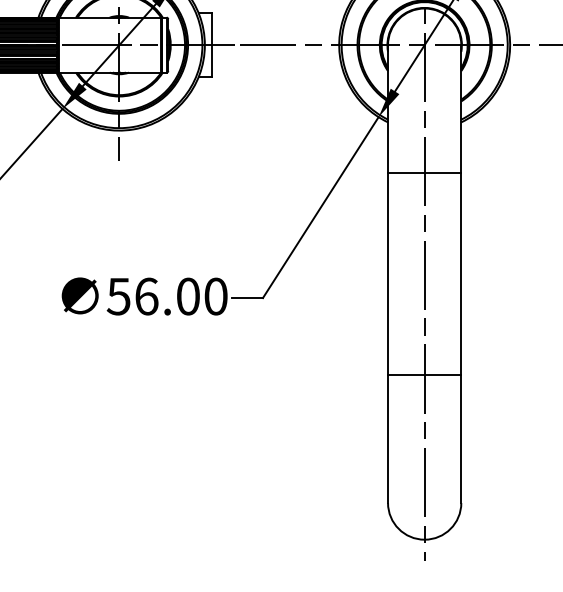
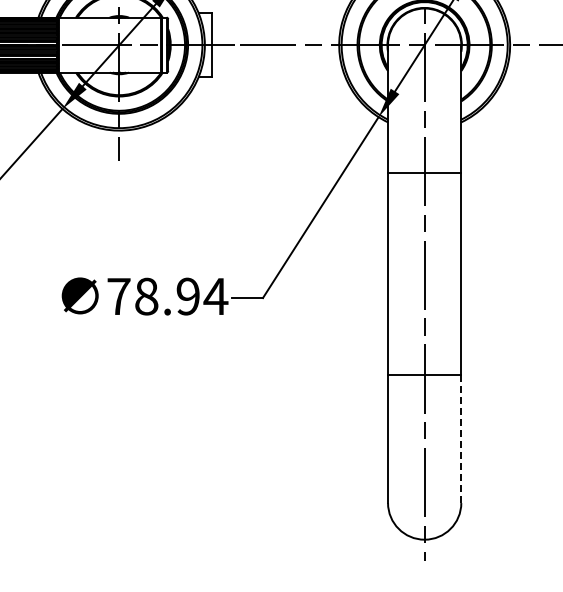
text at (167, 296): 56.00 -> 78.94
line at (461, 438): solid -> dashed
